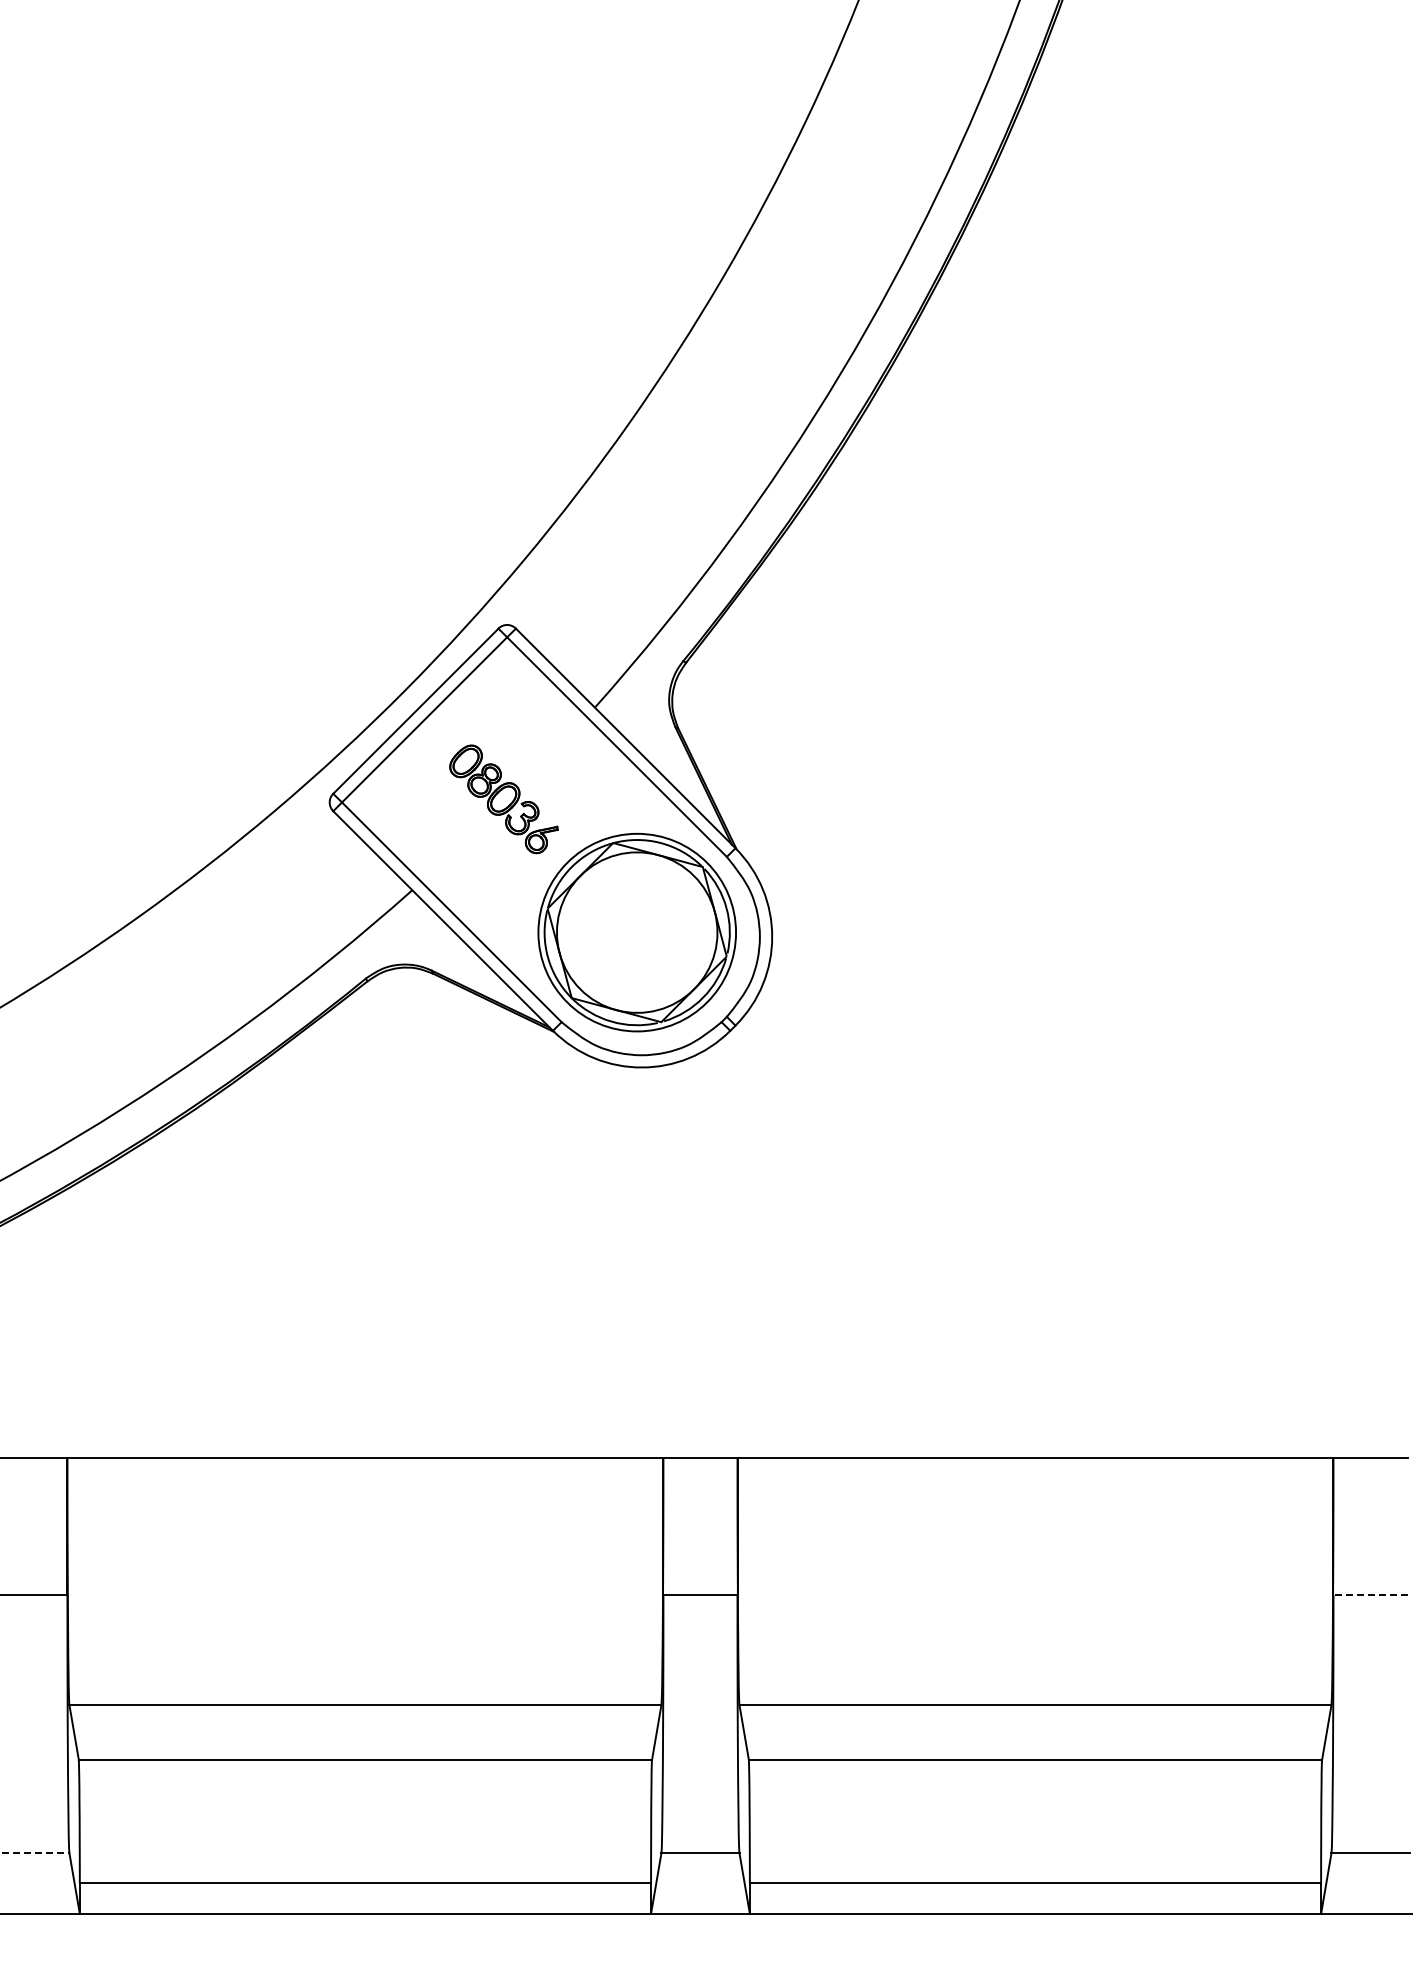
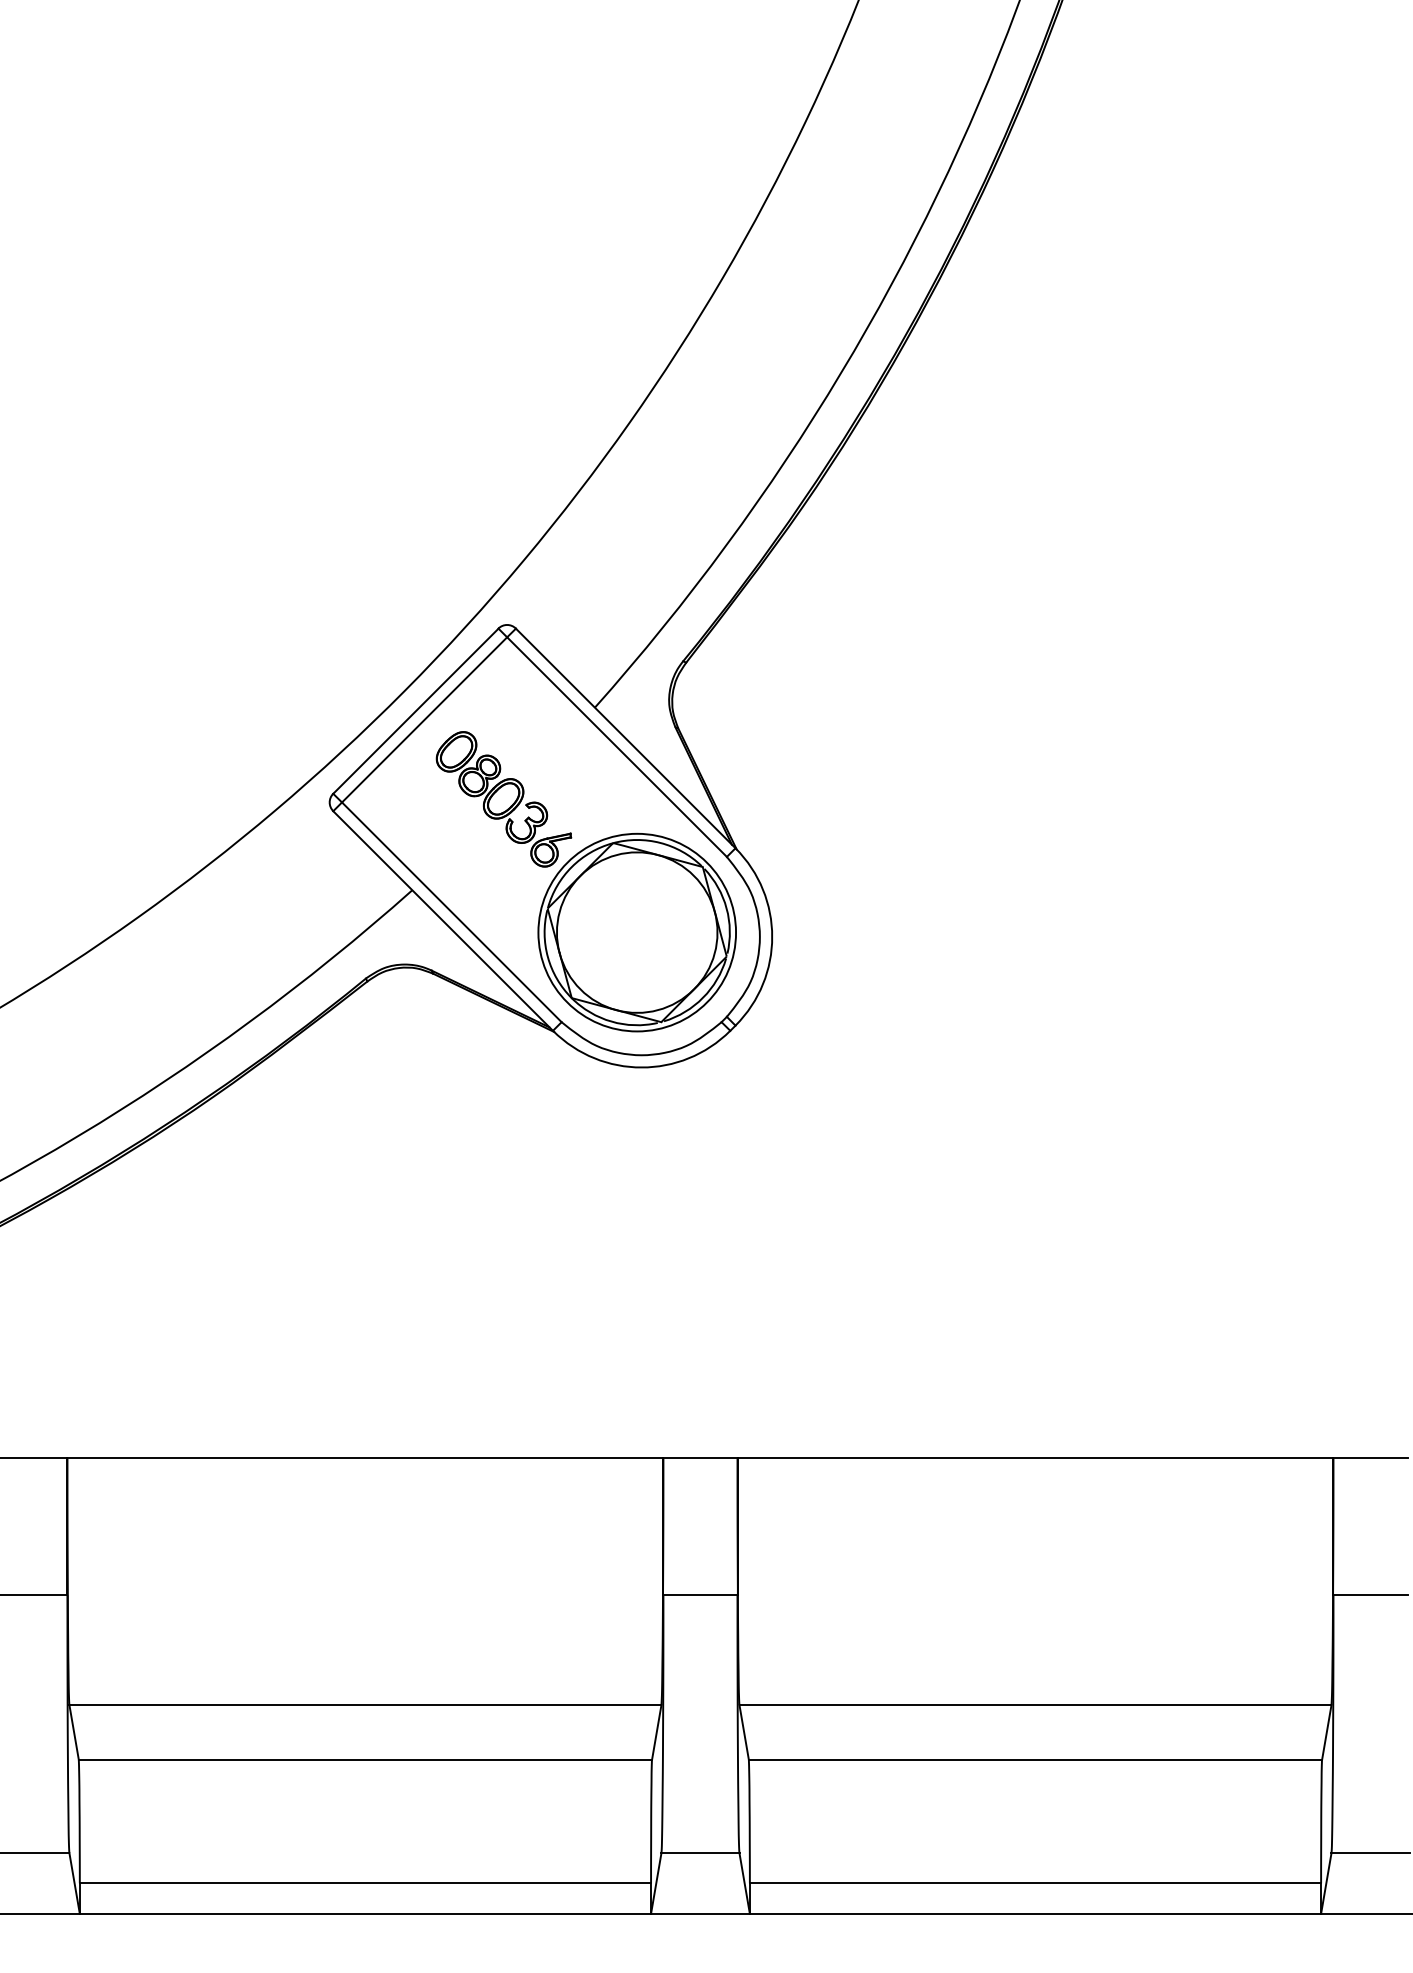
part at (503, 799) size: 110x111 px -> 138x137 px
line at (1370, 1595): dashed -> solid
line at (34, 1853): dashed -> solid
